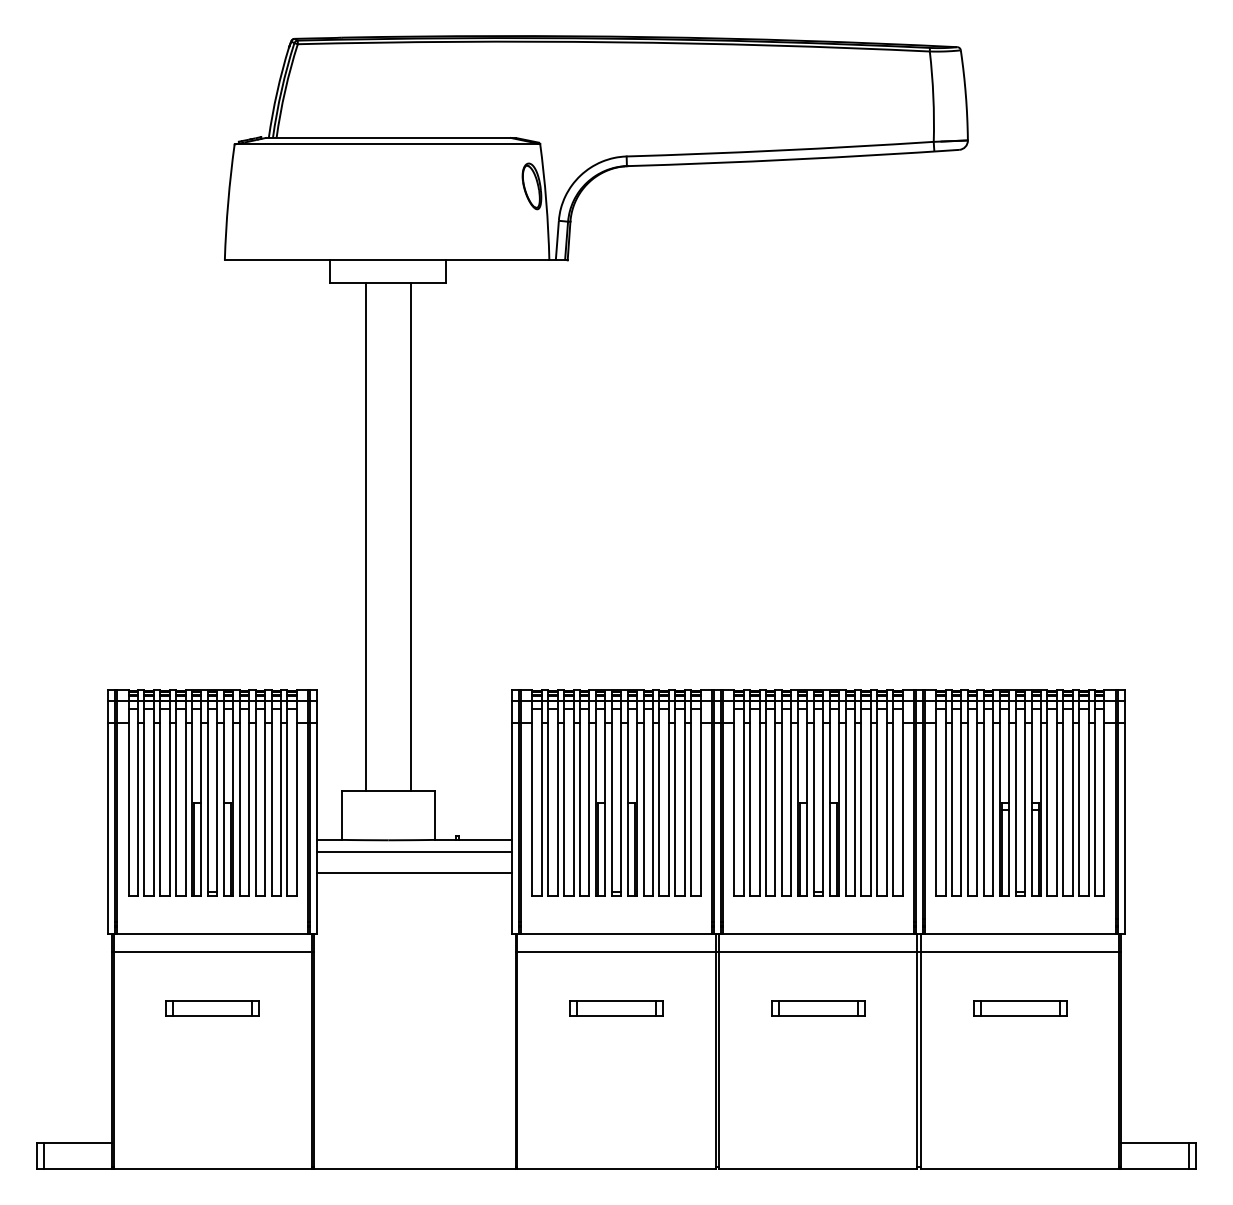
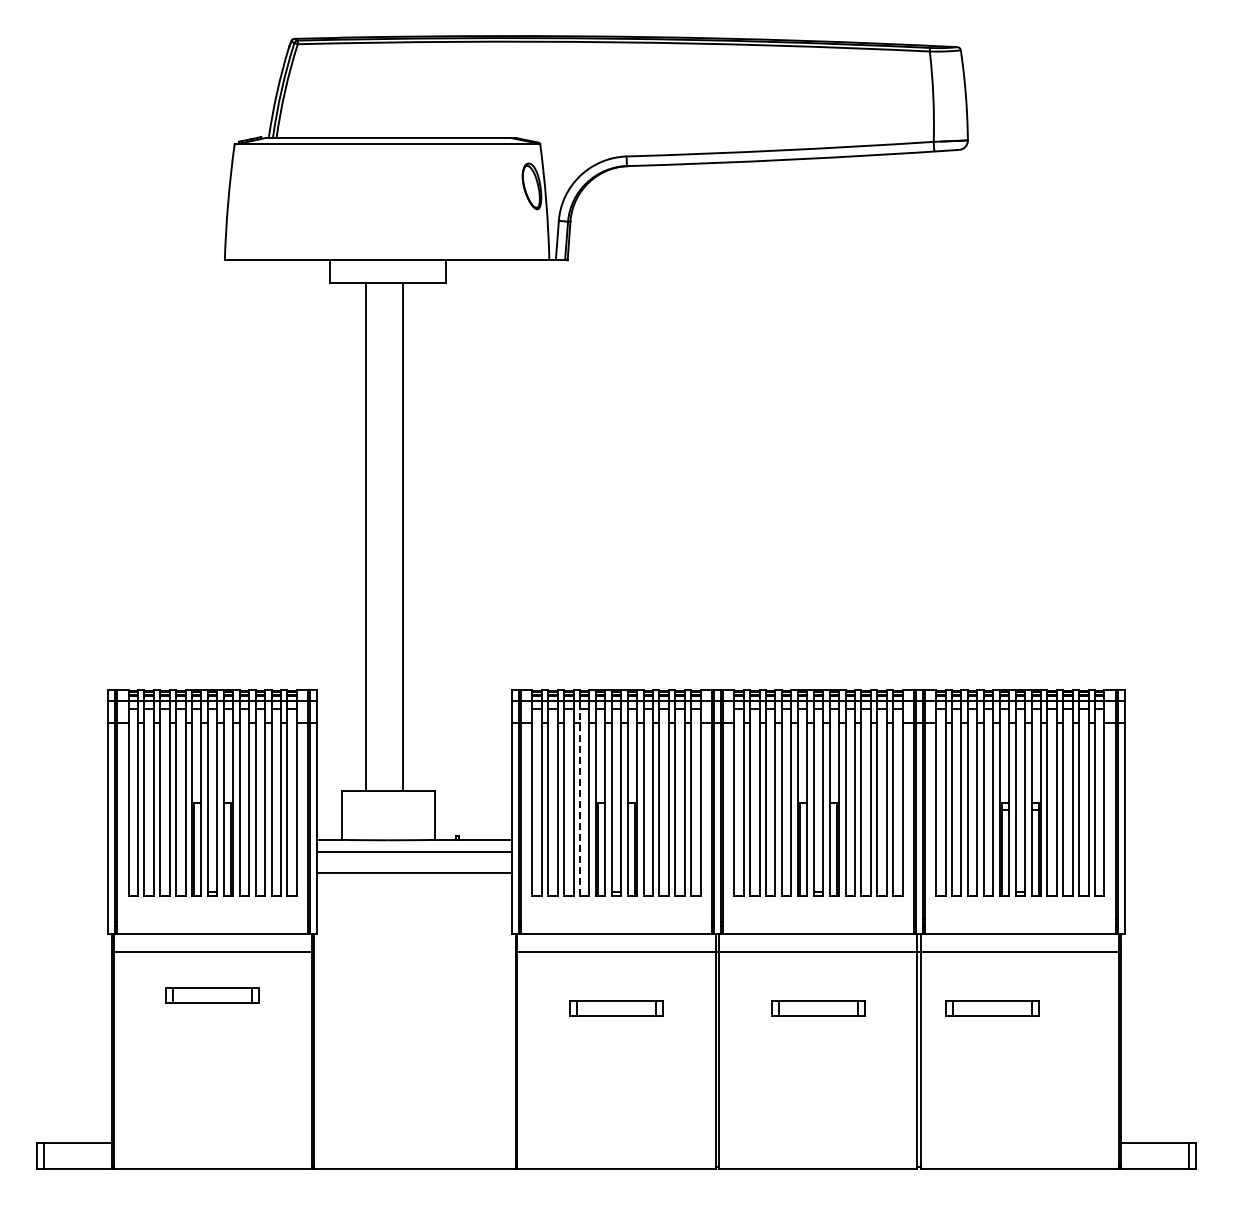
line at (410, 536) position: (410, 536) -> (402, 536)
line at (580, 798): solid -> dashed
part at (212, 1008) position: (212, 1008) -> (212, 995)
part at (1020, 1008) position: (1020, 1008) -> (992, 1008)
